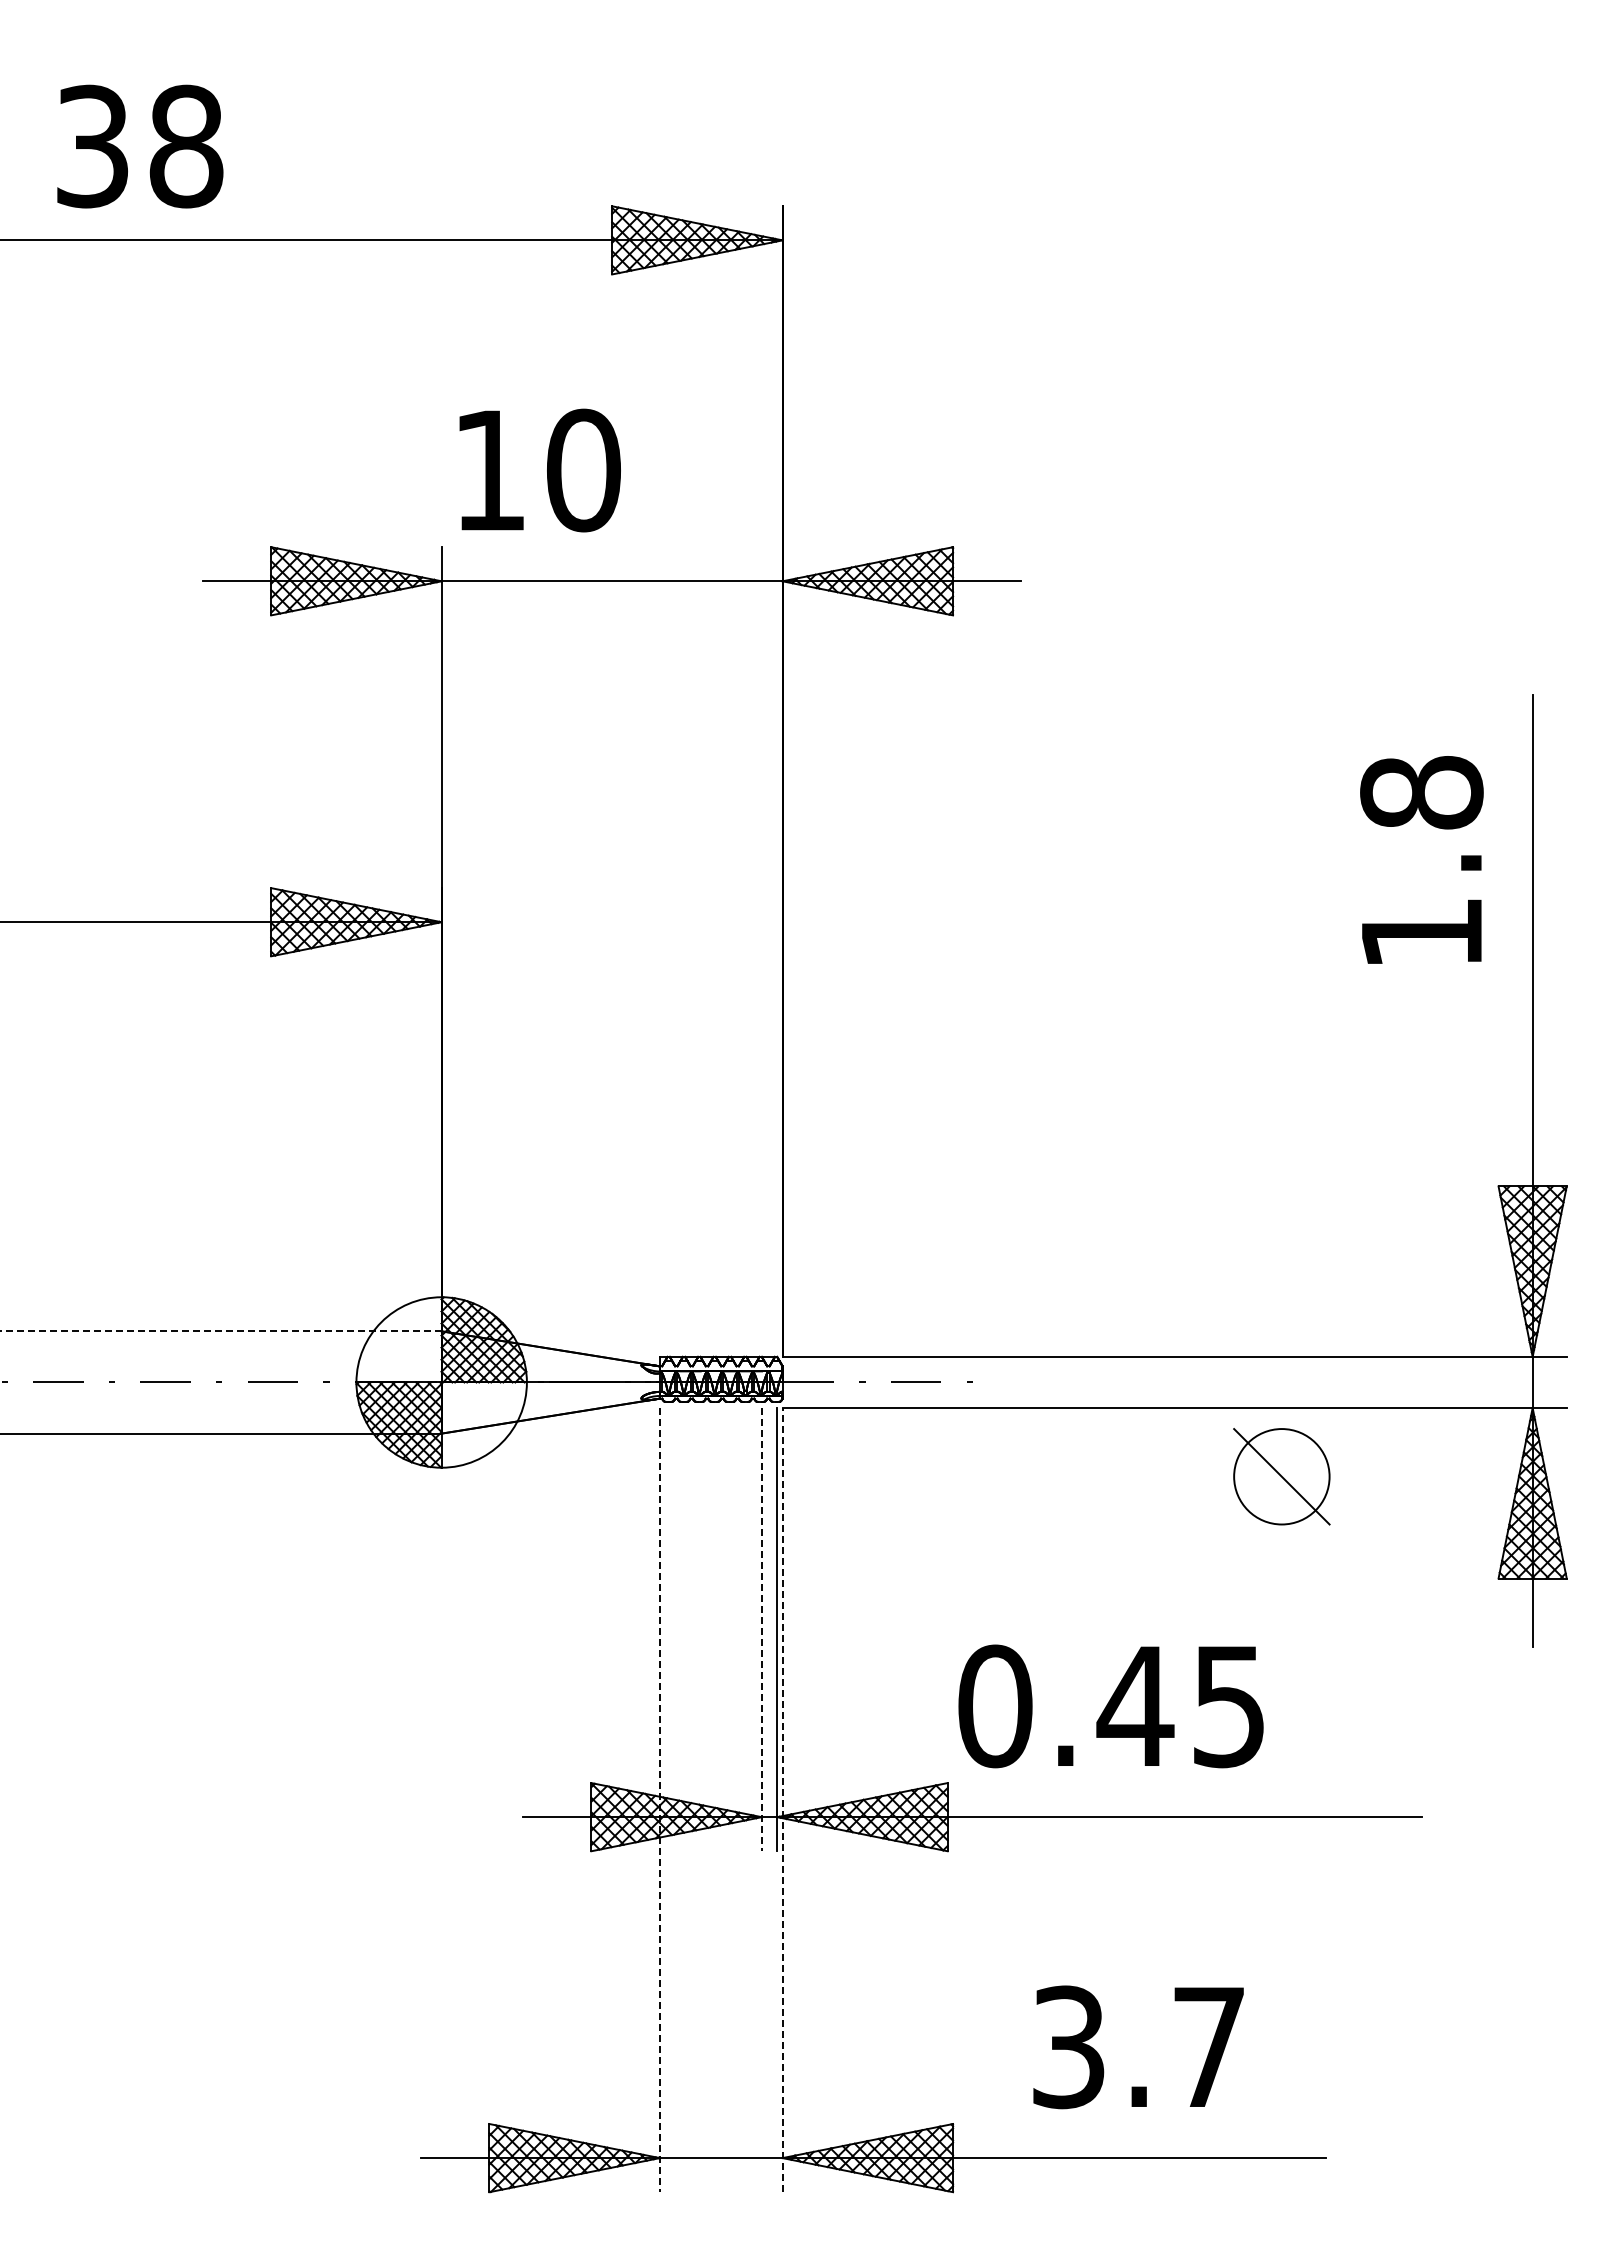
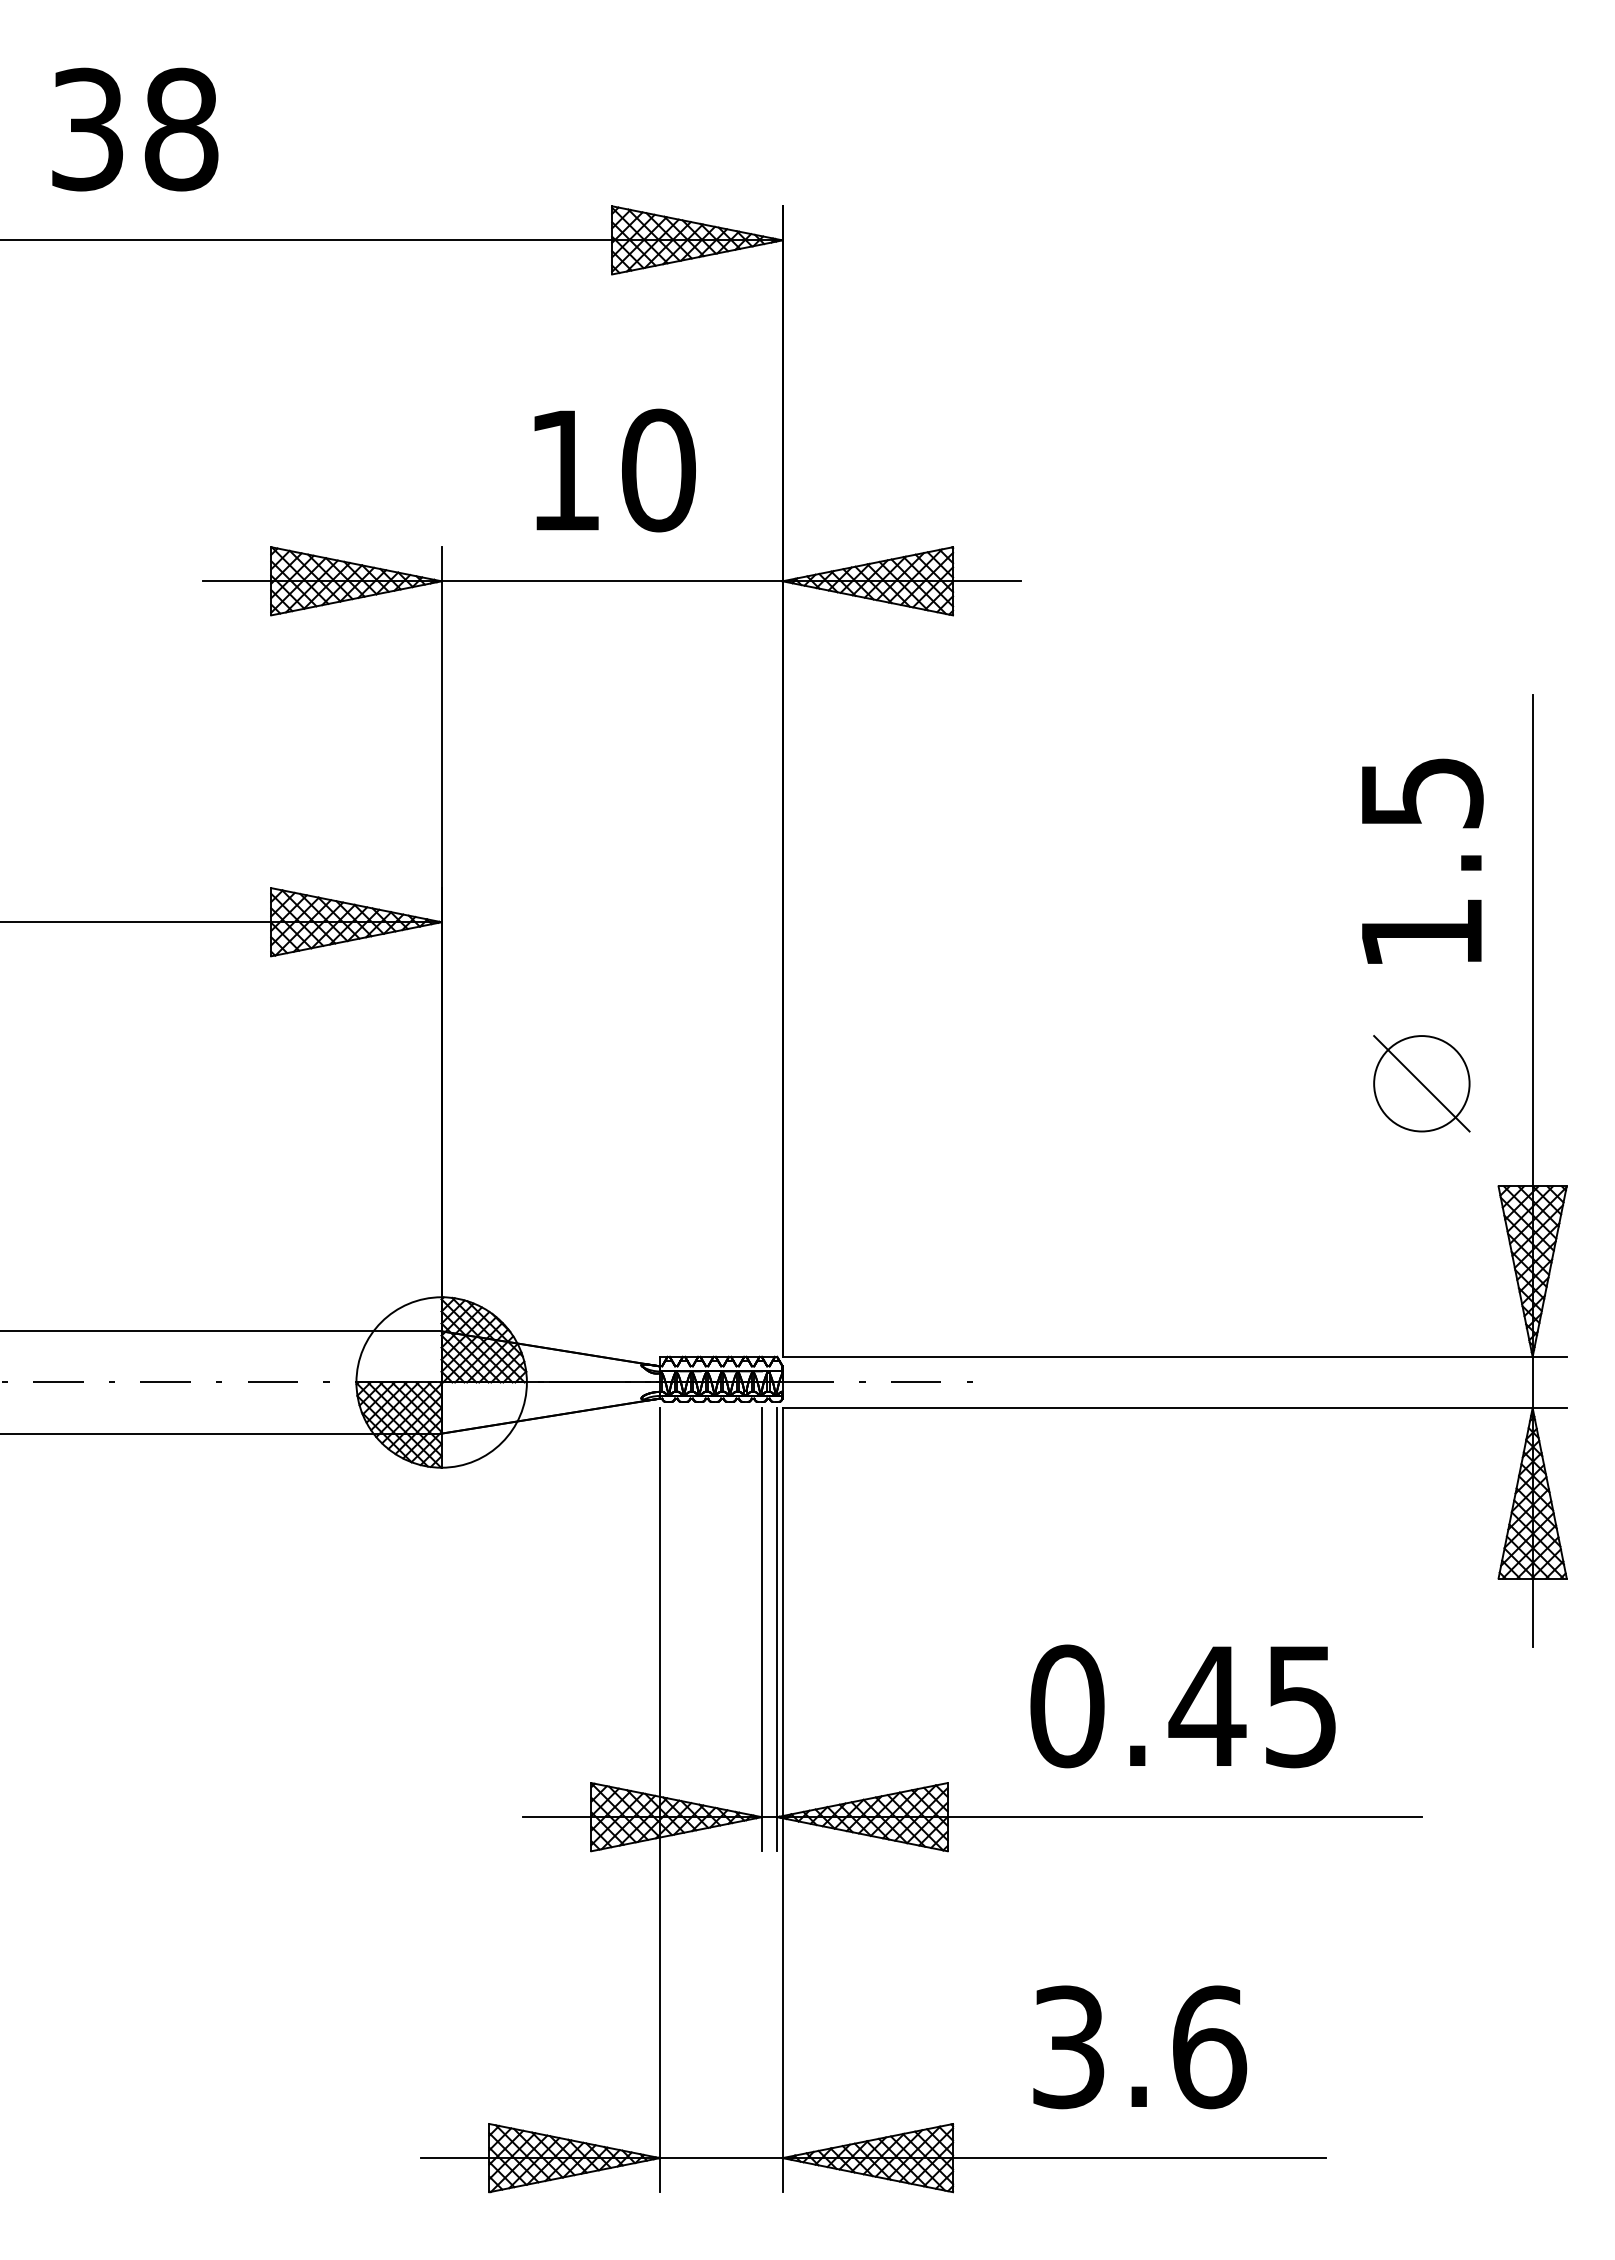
text at (140, 146) position: (140, 146) -> (135, 129)
text at (539, 470) position: (539, 470) -> (614, 470)
text at (1421, 792): 1.8 -> 1.5
line at (220, 1331): dashed -> solid
part at (1281, 1476) position: (1281, 1476) -> (1421, 1083)
line at (761, 1629): dashed -> solid
text at (1110, 1706) position: (1110, 1706) -> (1182, 1706)
line at (782, 1799): dashed -> solid
line at (659, 1800): dashed -> solid
text at (1210, 2047): 3.7 -> 3.6
